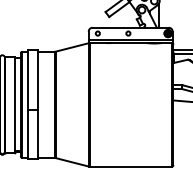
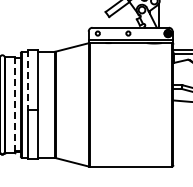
line at (28, 80): solid -> dashed
line at (14, 105): solid -> dashed
